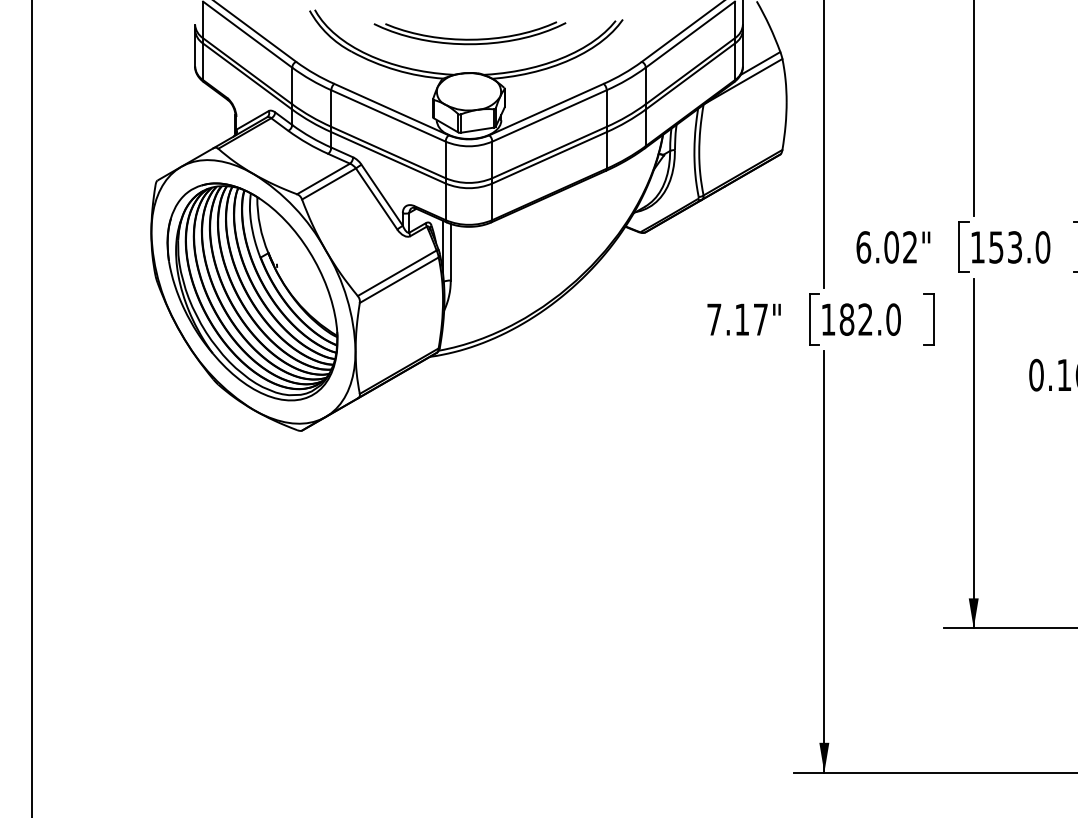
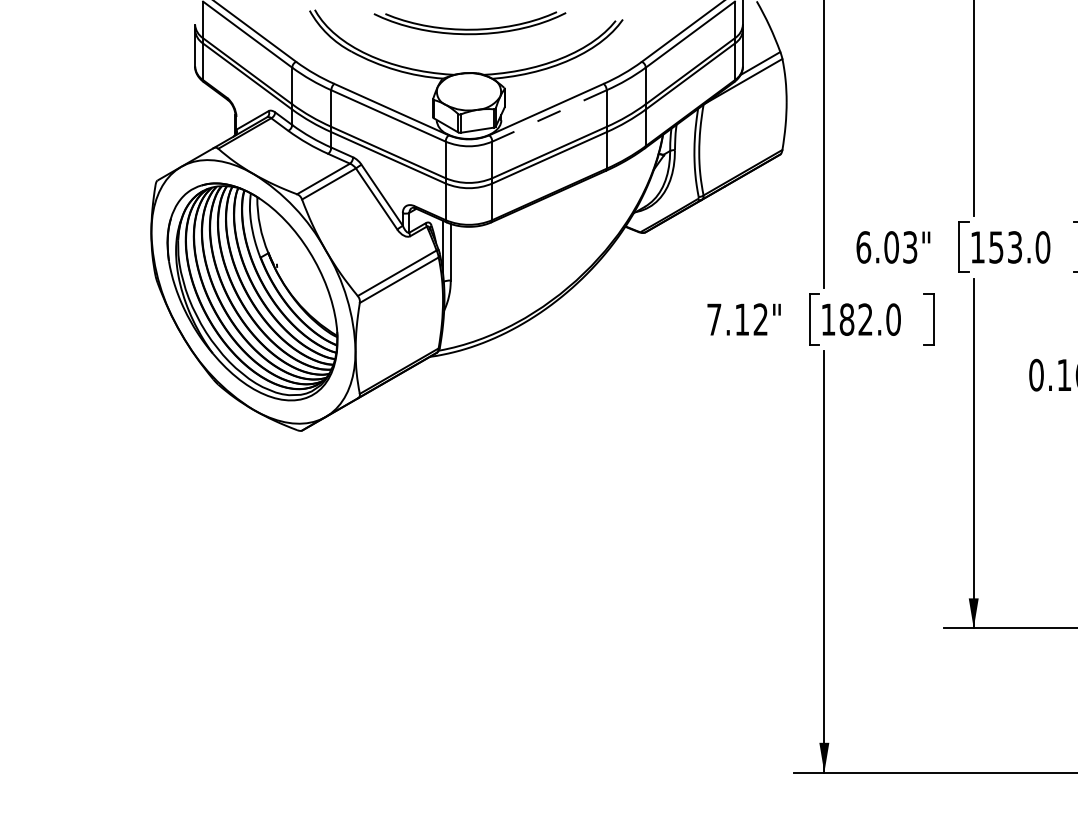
part at (469, 33) position: (469, 33) -> (469, 23)
line at (549, 115): solid -> dashed
text at (910, 247): 6.02" -> 6.03"
text at (760, 319): 7.17" -> 7.12"
line at (32, 408): present -> none
